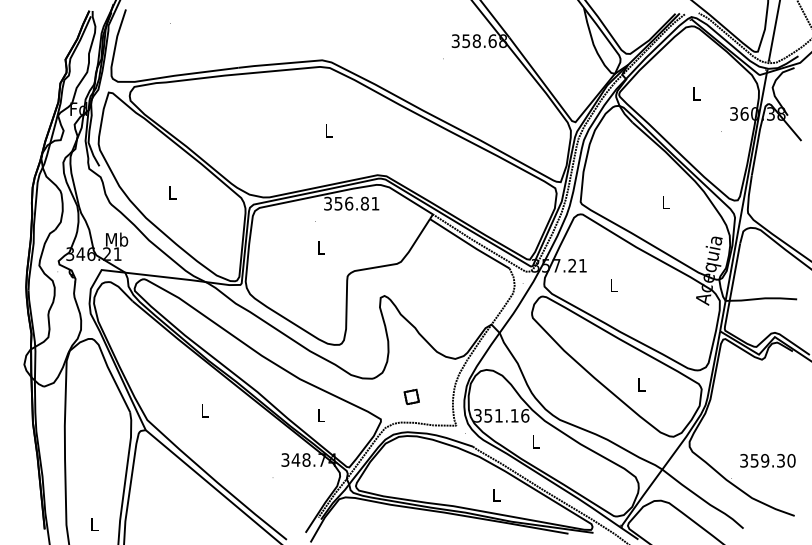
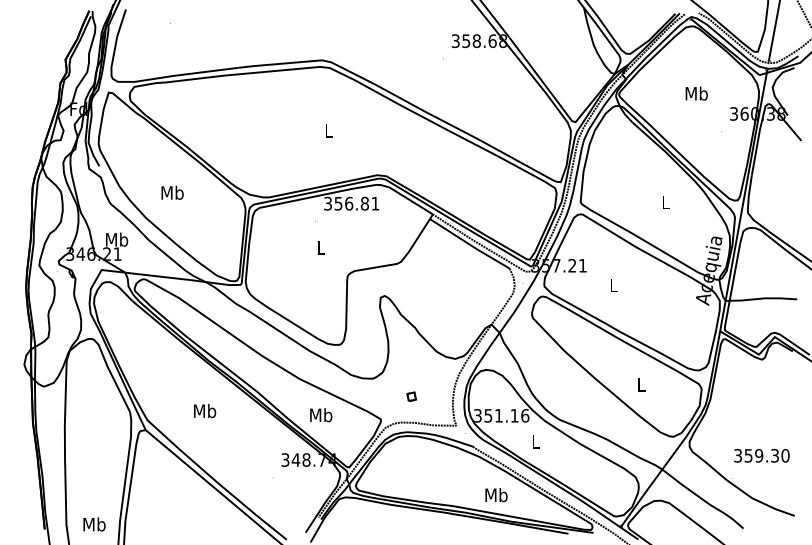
text at (696, 93): L -> Mb
text at (172, 192): L -> Mb
part at (411, 396) size: 17x17 px -> 11x11 px
text at (205, 411): L -> Mb
text at (321, 415): L -> Mb
text at (767, 460) position: (767, 460) -> (761, 455)
text at (496, 495): L -> Mb
text at (94, 524): L -> Mb
